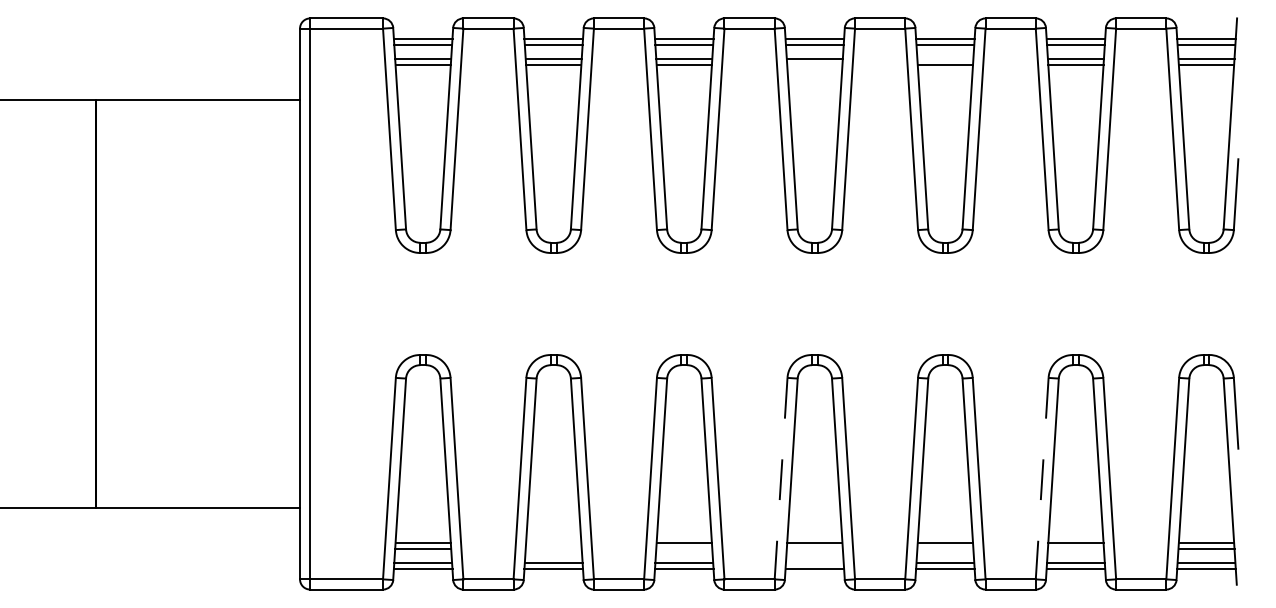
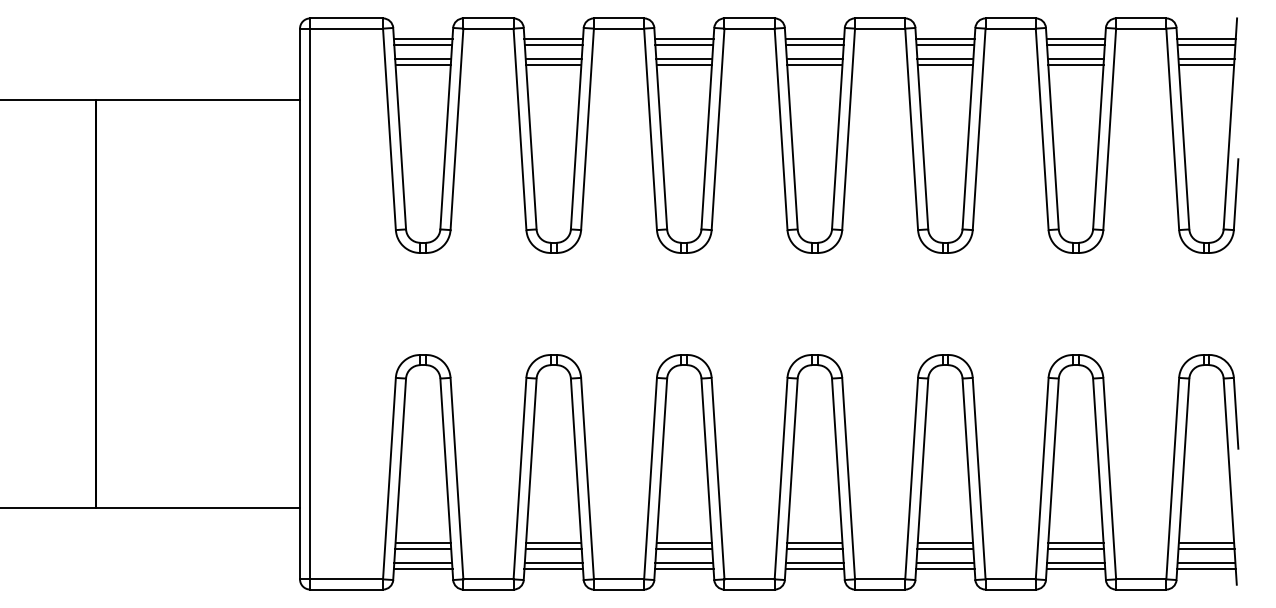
line at (945, 59): none -> present
line at (814, 65): none -> present
line at (781, 478): dashed -> solid
line at (1042, 478): dashed -> solid
line at (553, 542): none -> present
line at (553, 548): none -> present
line at (684, 548): none -> present
line at (814, 548): none -> present
line at (945, 548): none -> present
line at (1075, 548): none -> present
line at (814, 563): none -> present
